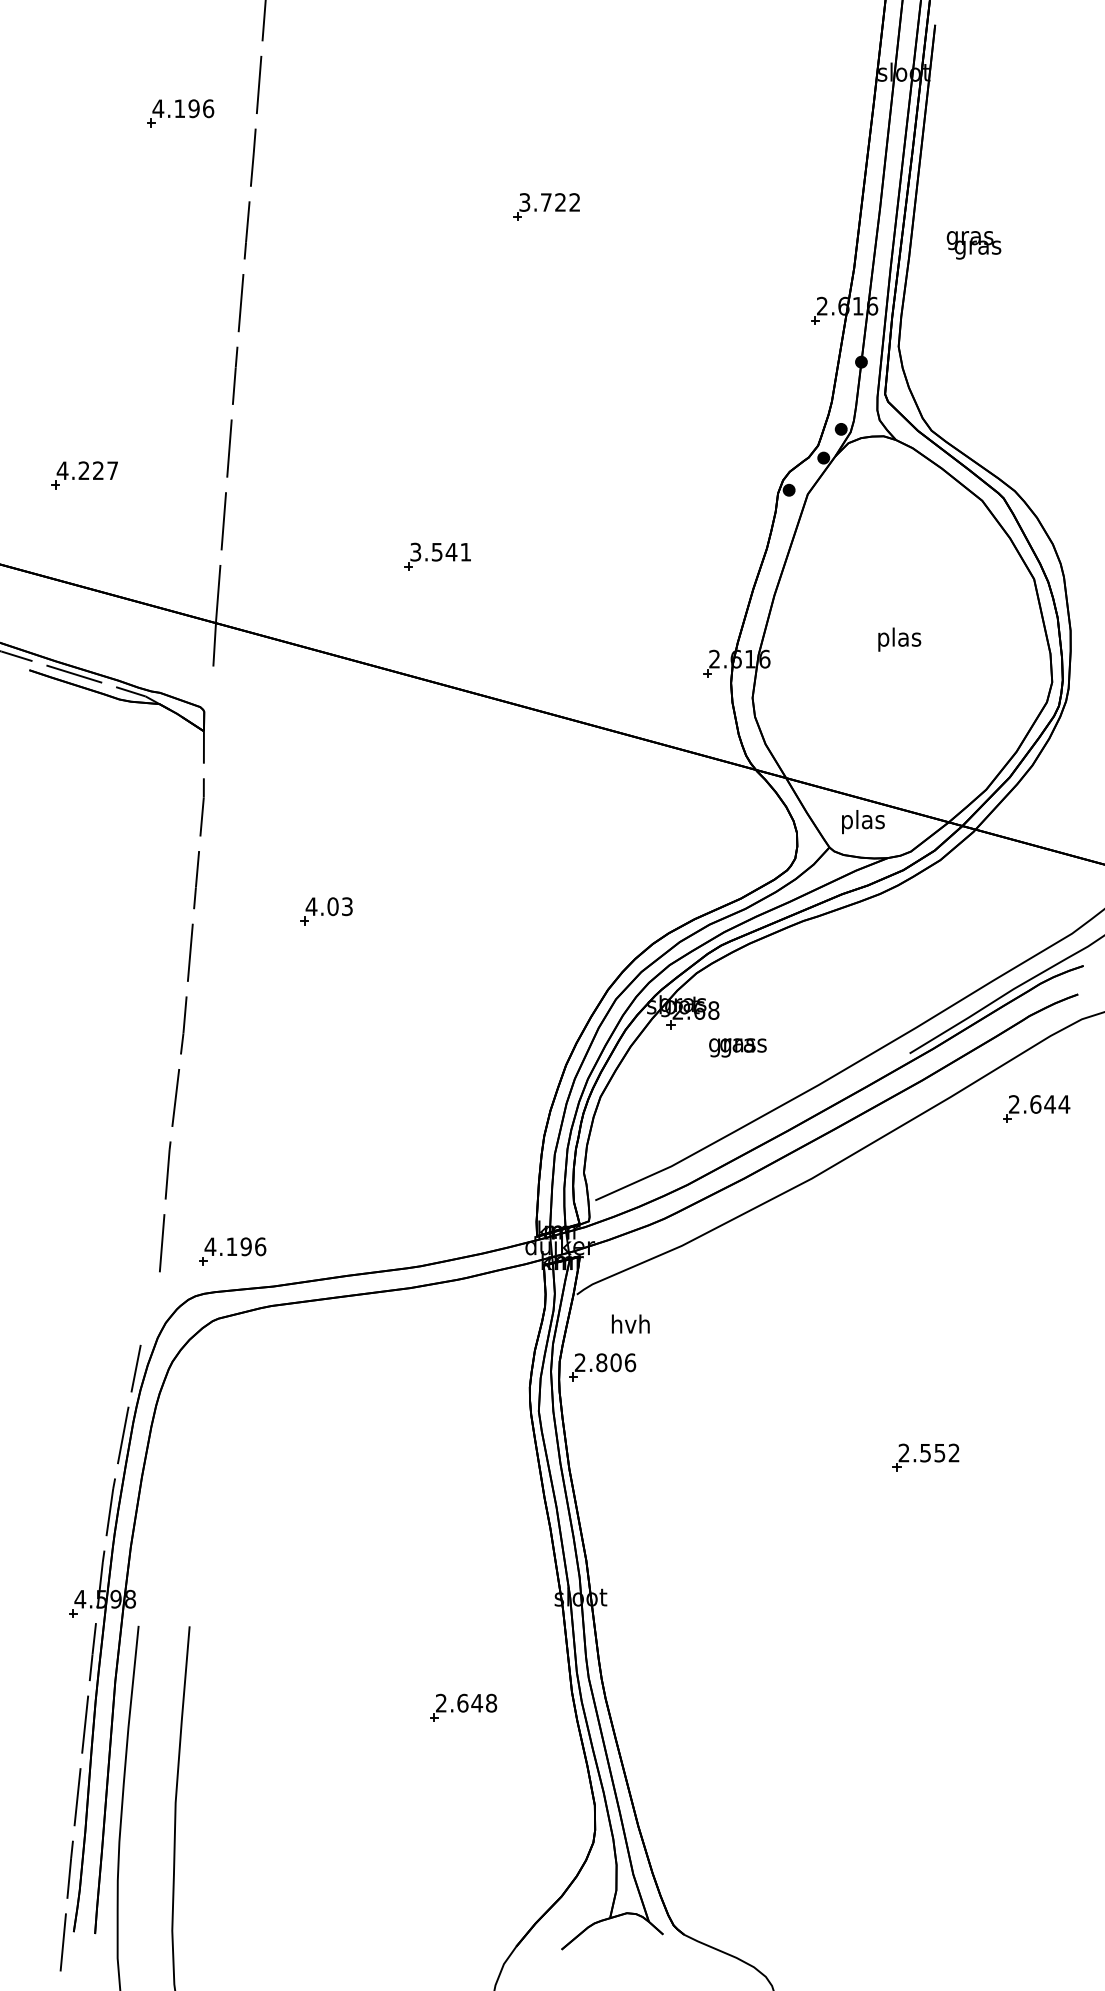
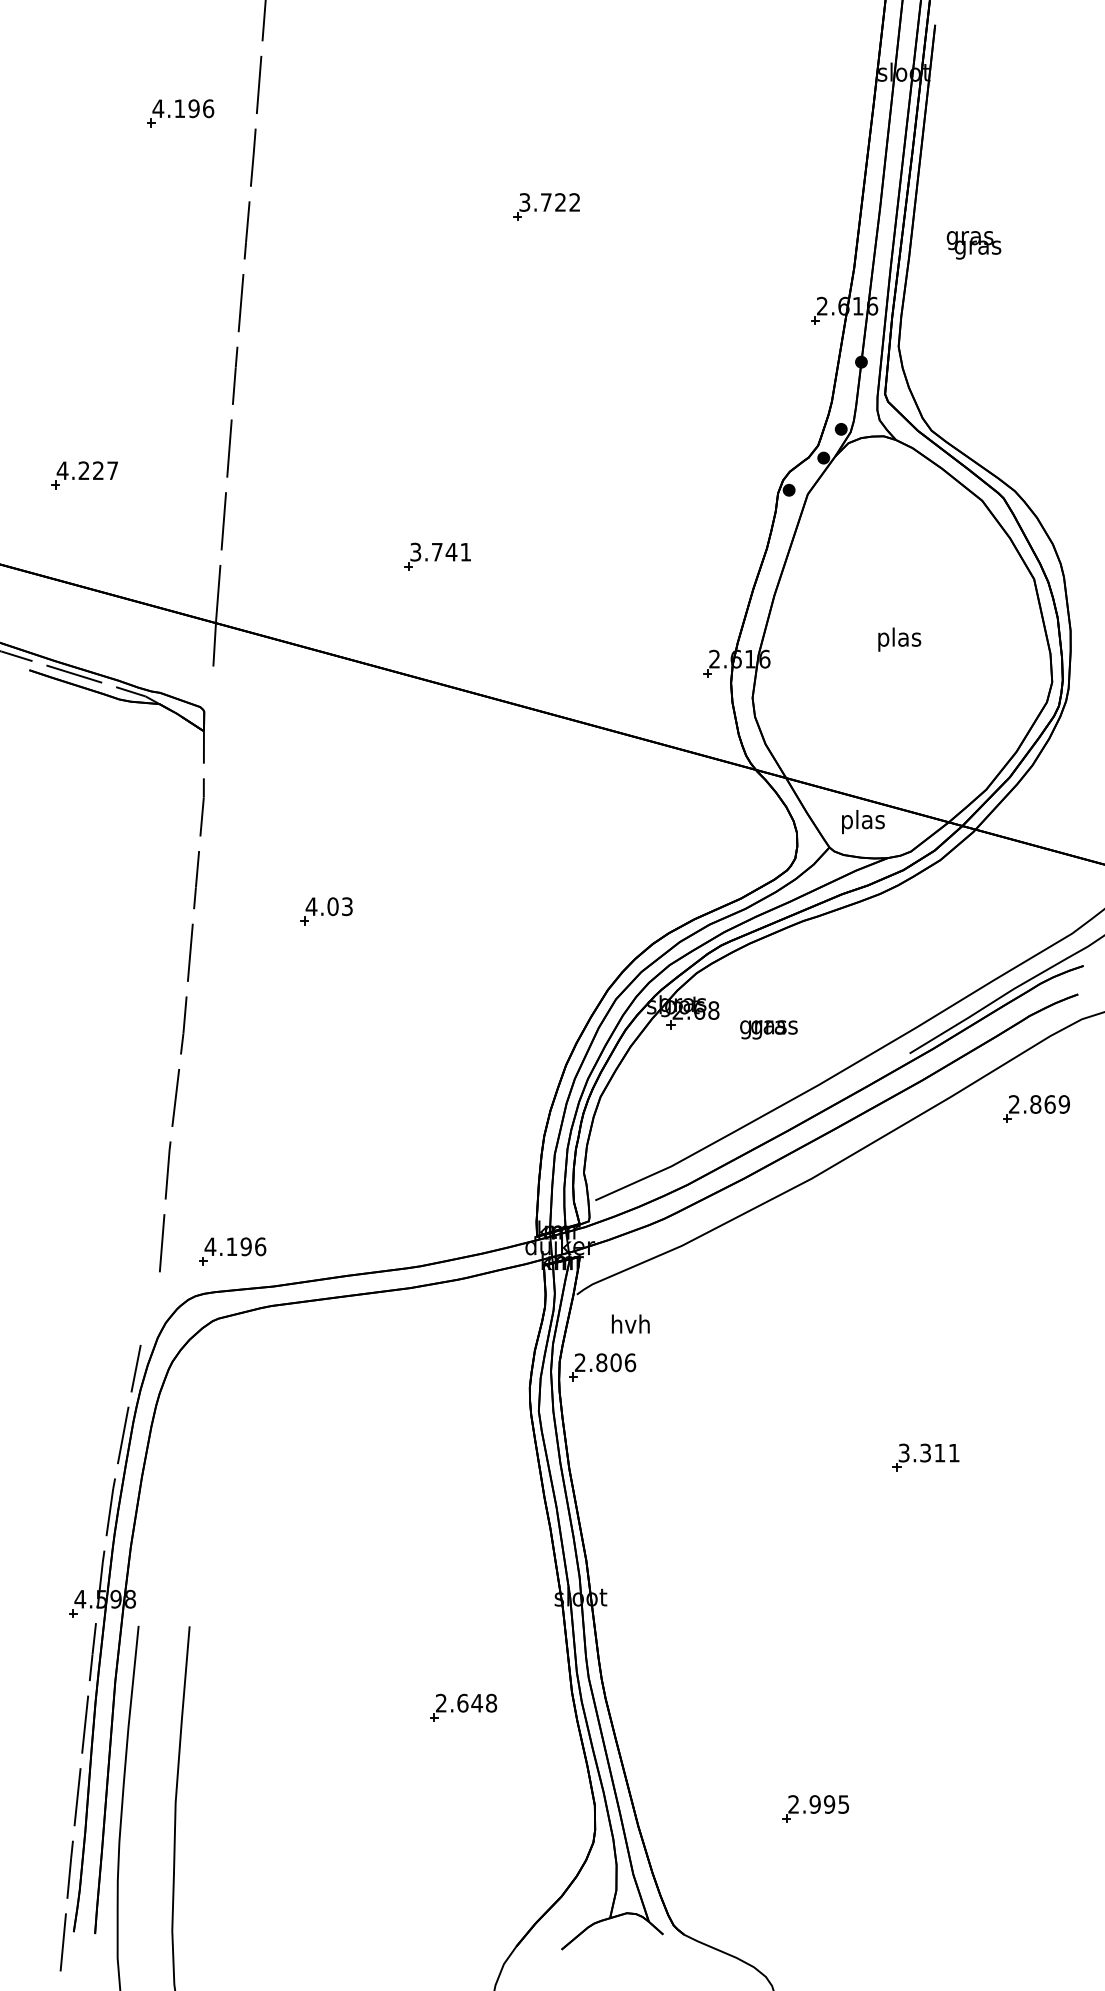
text at (436, 552): 3.541 -> 3.741
text at (737, 1047) position: (737, 1047) -> (768, 1029)
text at (1050, 1104): 2.644 -> 2.869
text at (928, 1452): 2.552 -> 3.311
part at (815, 1808): none -> present
